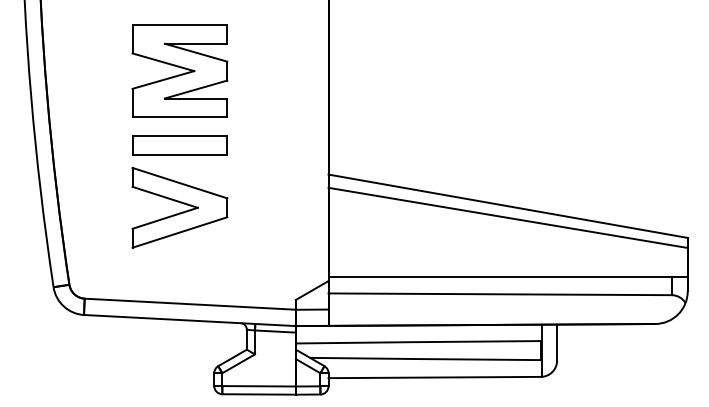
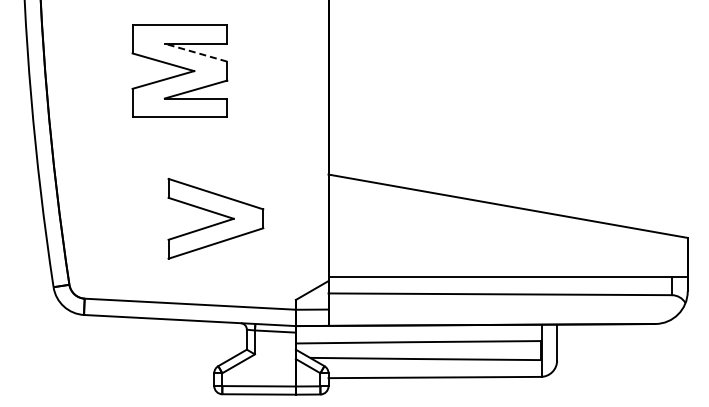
line at (195, 52): solid -> dashed
part at (179, 145): present -> none
part at (179, 207) position: (179, 207) -> (215, 218)
line at (507, 217): present -> none
